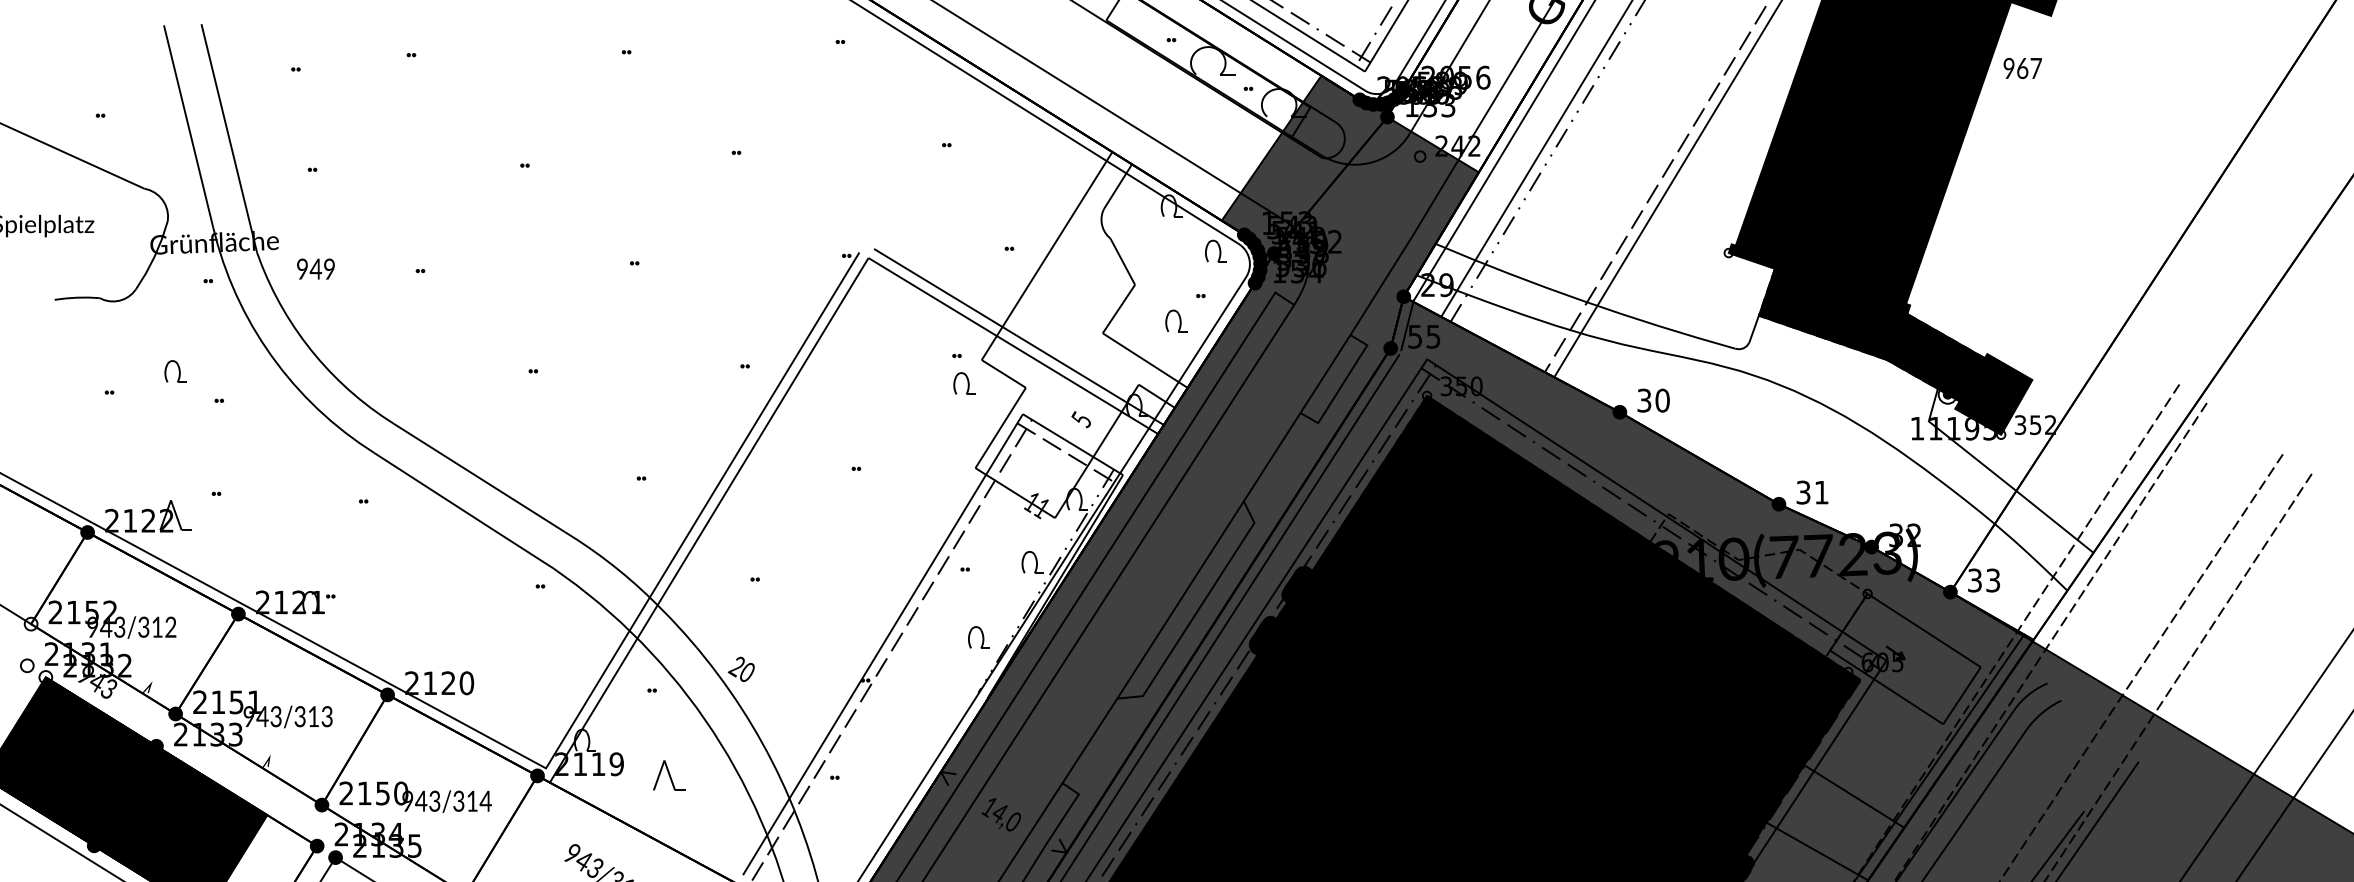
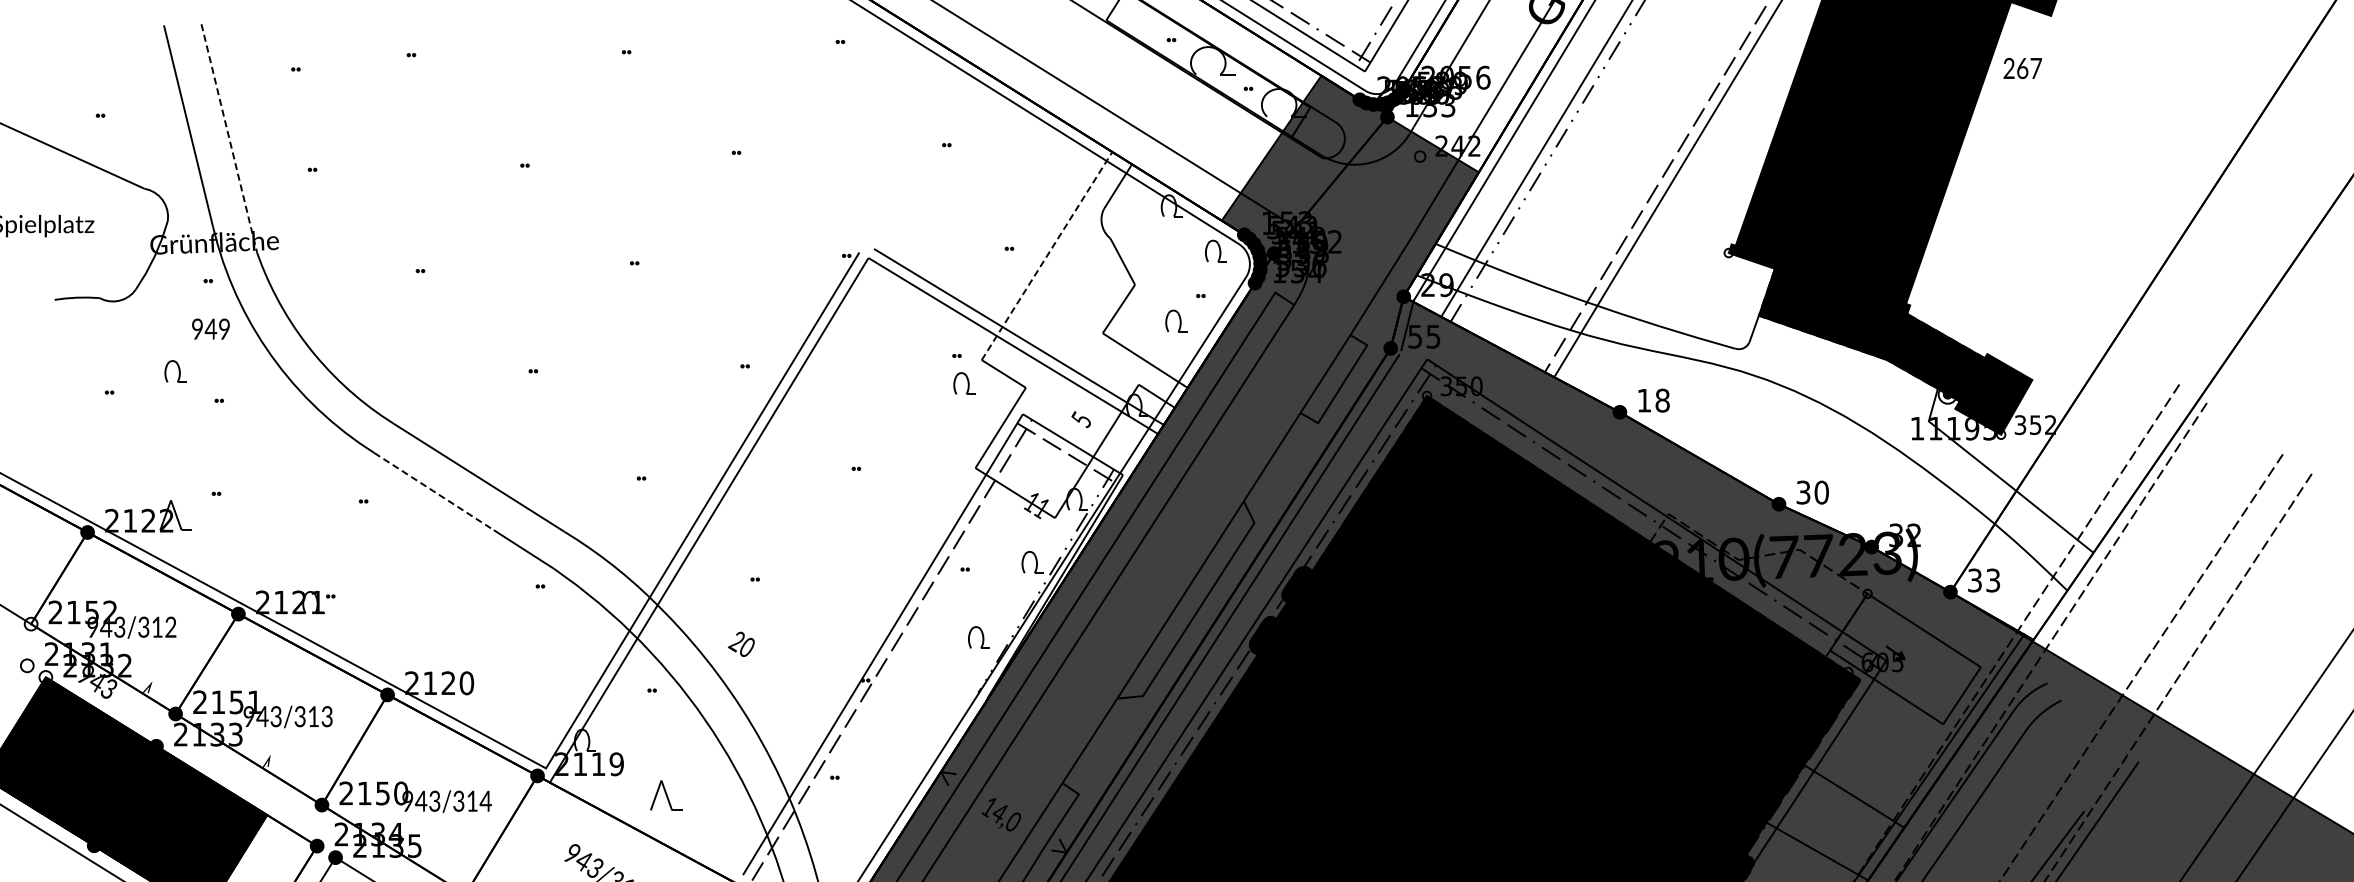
text at (2008, 68): 967 -> 267
line at (229, 138): solid -> dashed
line at (1047, 256): solid -> dashed
text at (315, 268) position: (315, 268) -> (210, 328)
text at (1653, 400): 30 -> 18
line at (434, 491): solid -> dashed
text at (1821, 492): 31 -> 30
text at (740, 668) position: (740, 668) -> (740, 643)
part at (669, 775) position: (669, 775) -> (666, 795)
